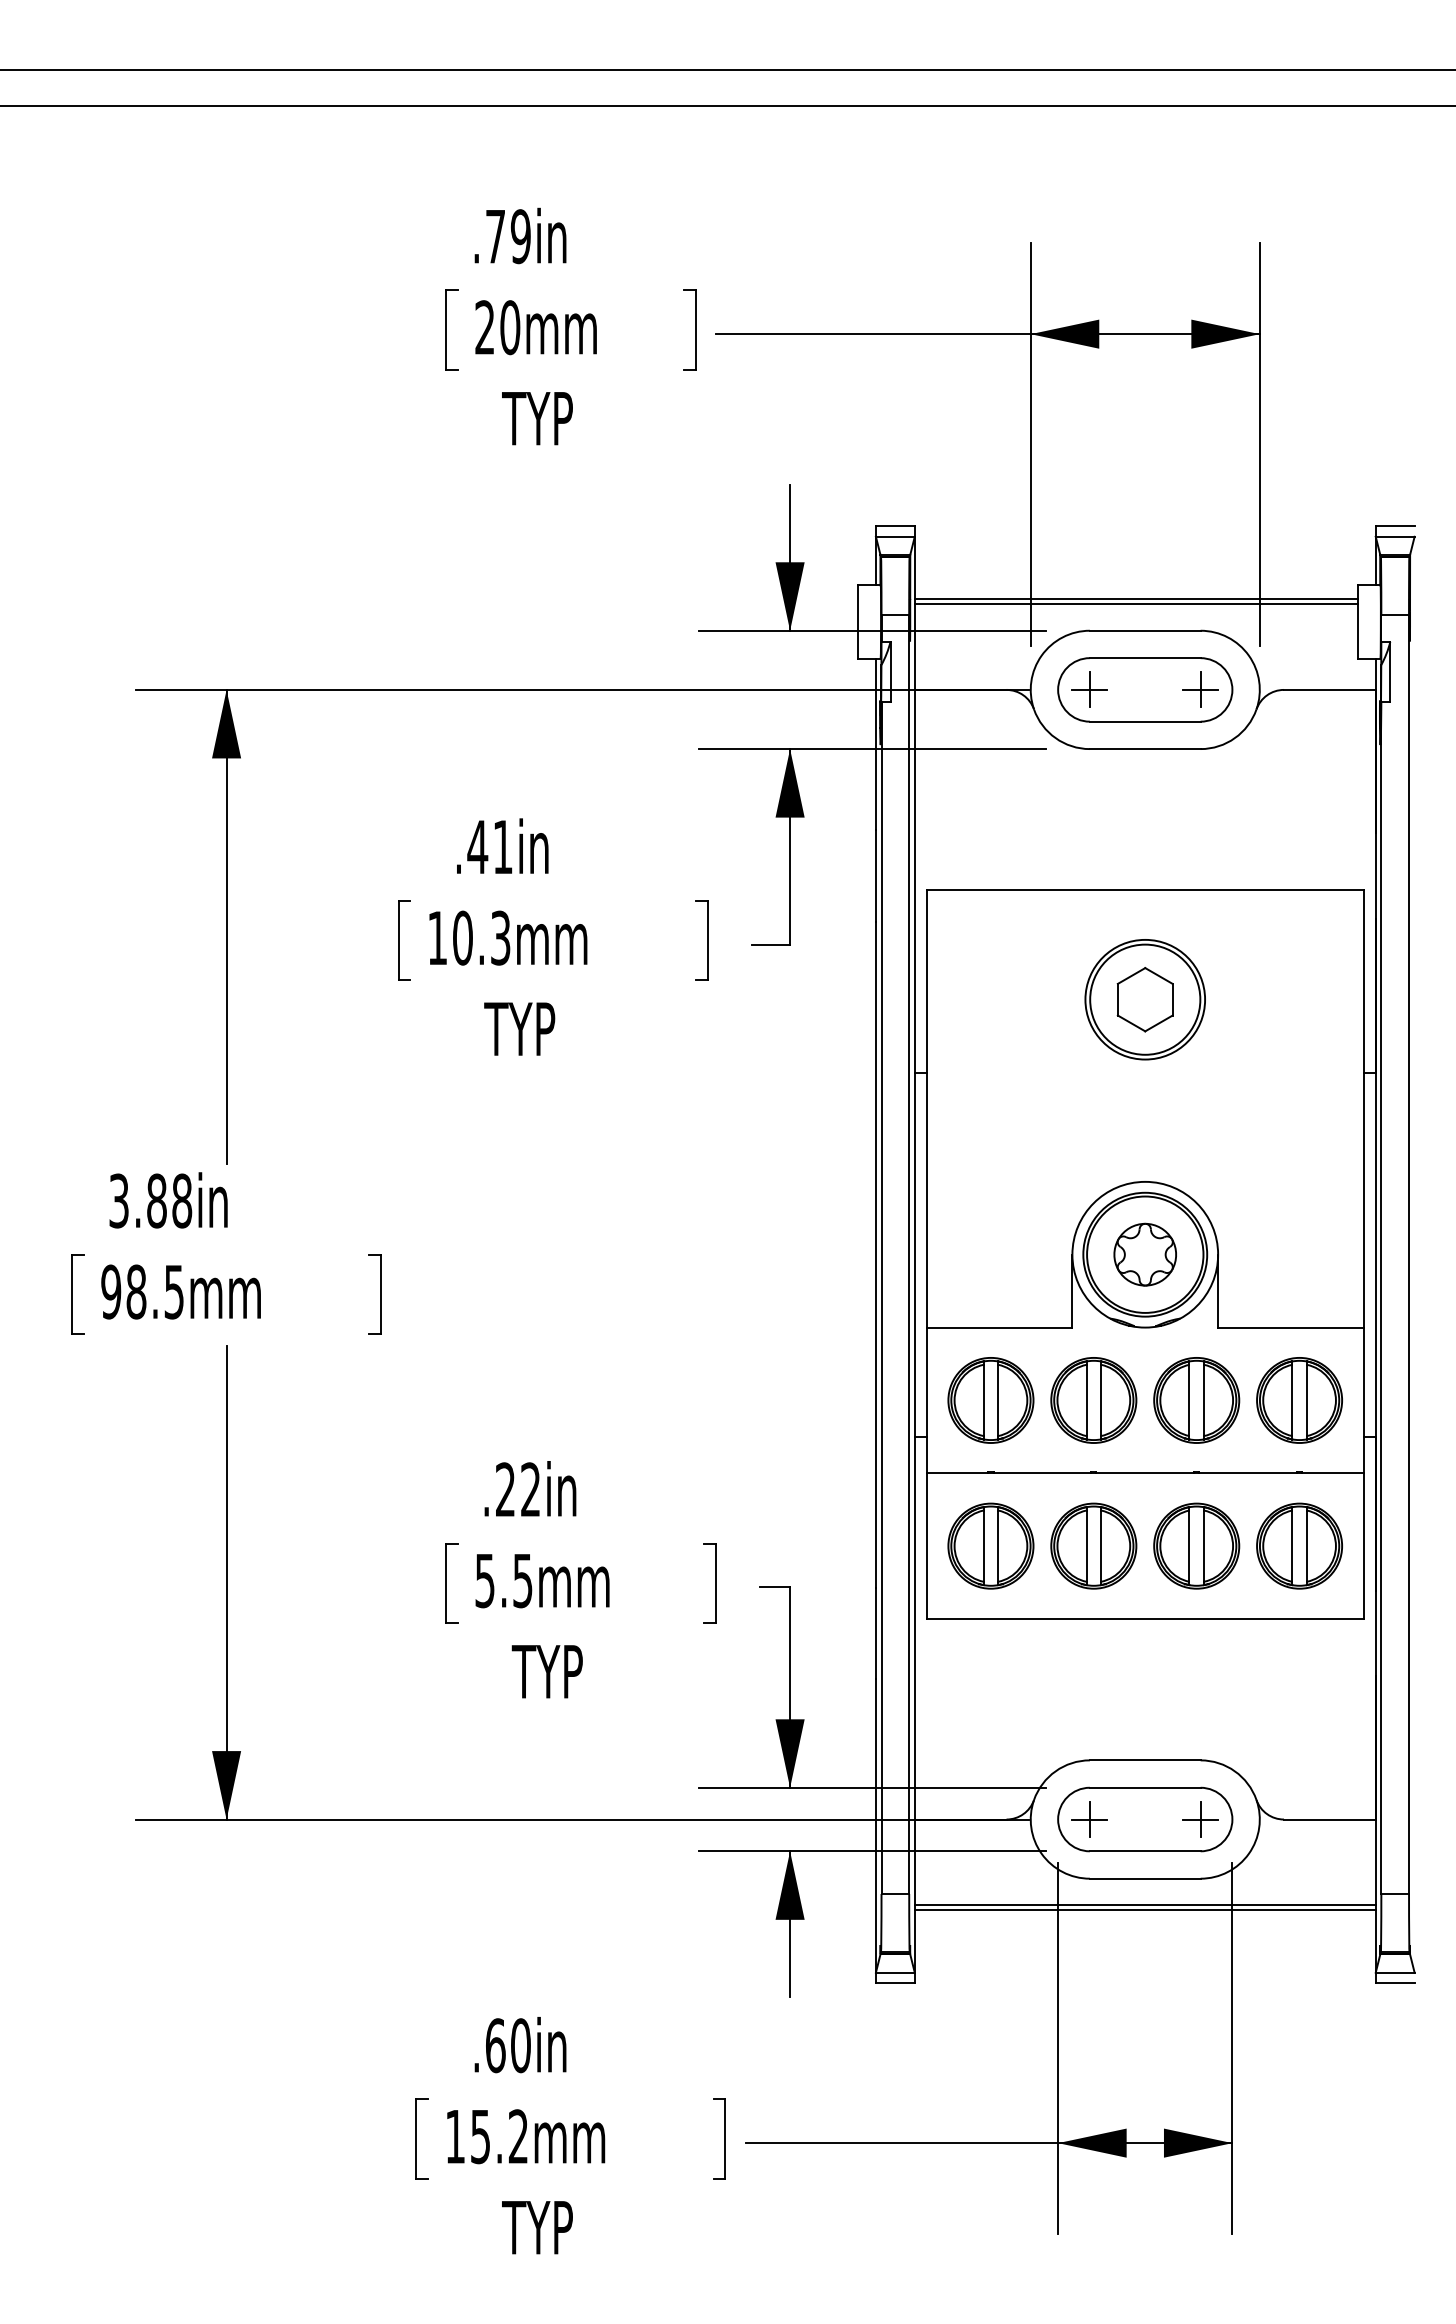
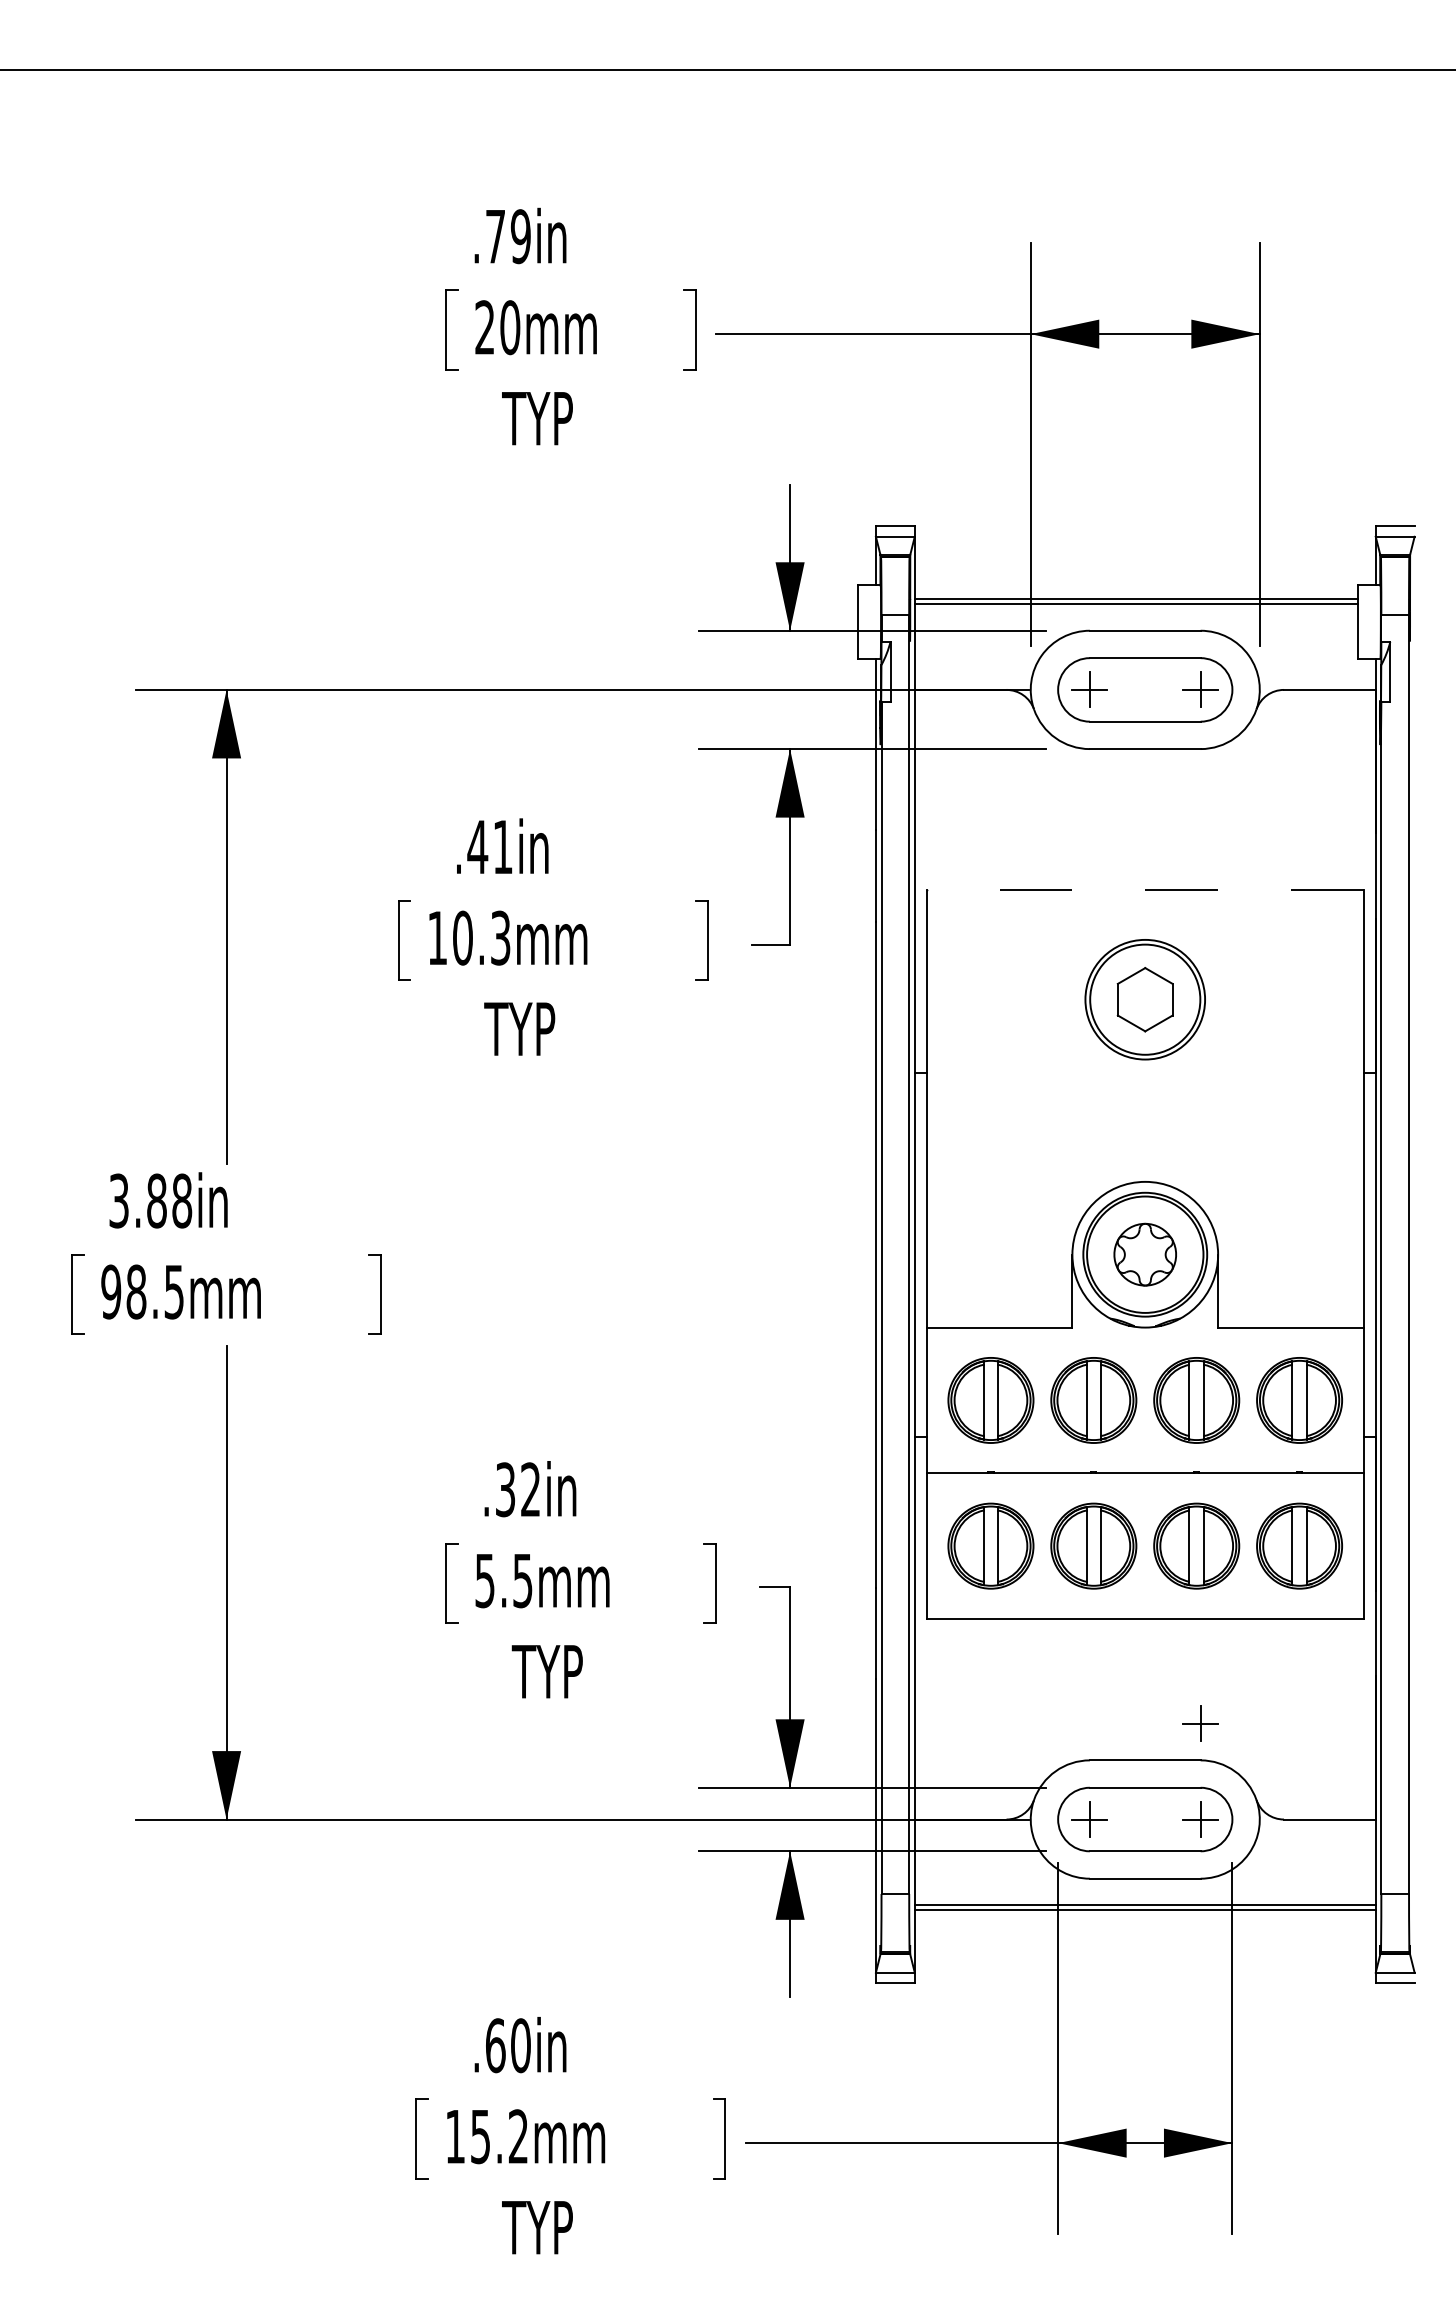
line at (727, 106): present -> none
line at (1145, 890): solid -> dashed
text at (505, 1489): .22in -> .32in
part at (1200, 1723): none -> present
